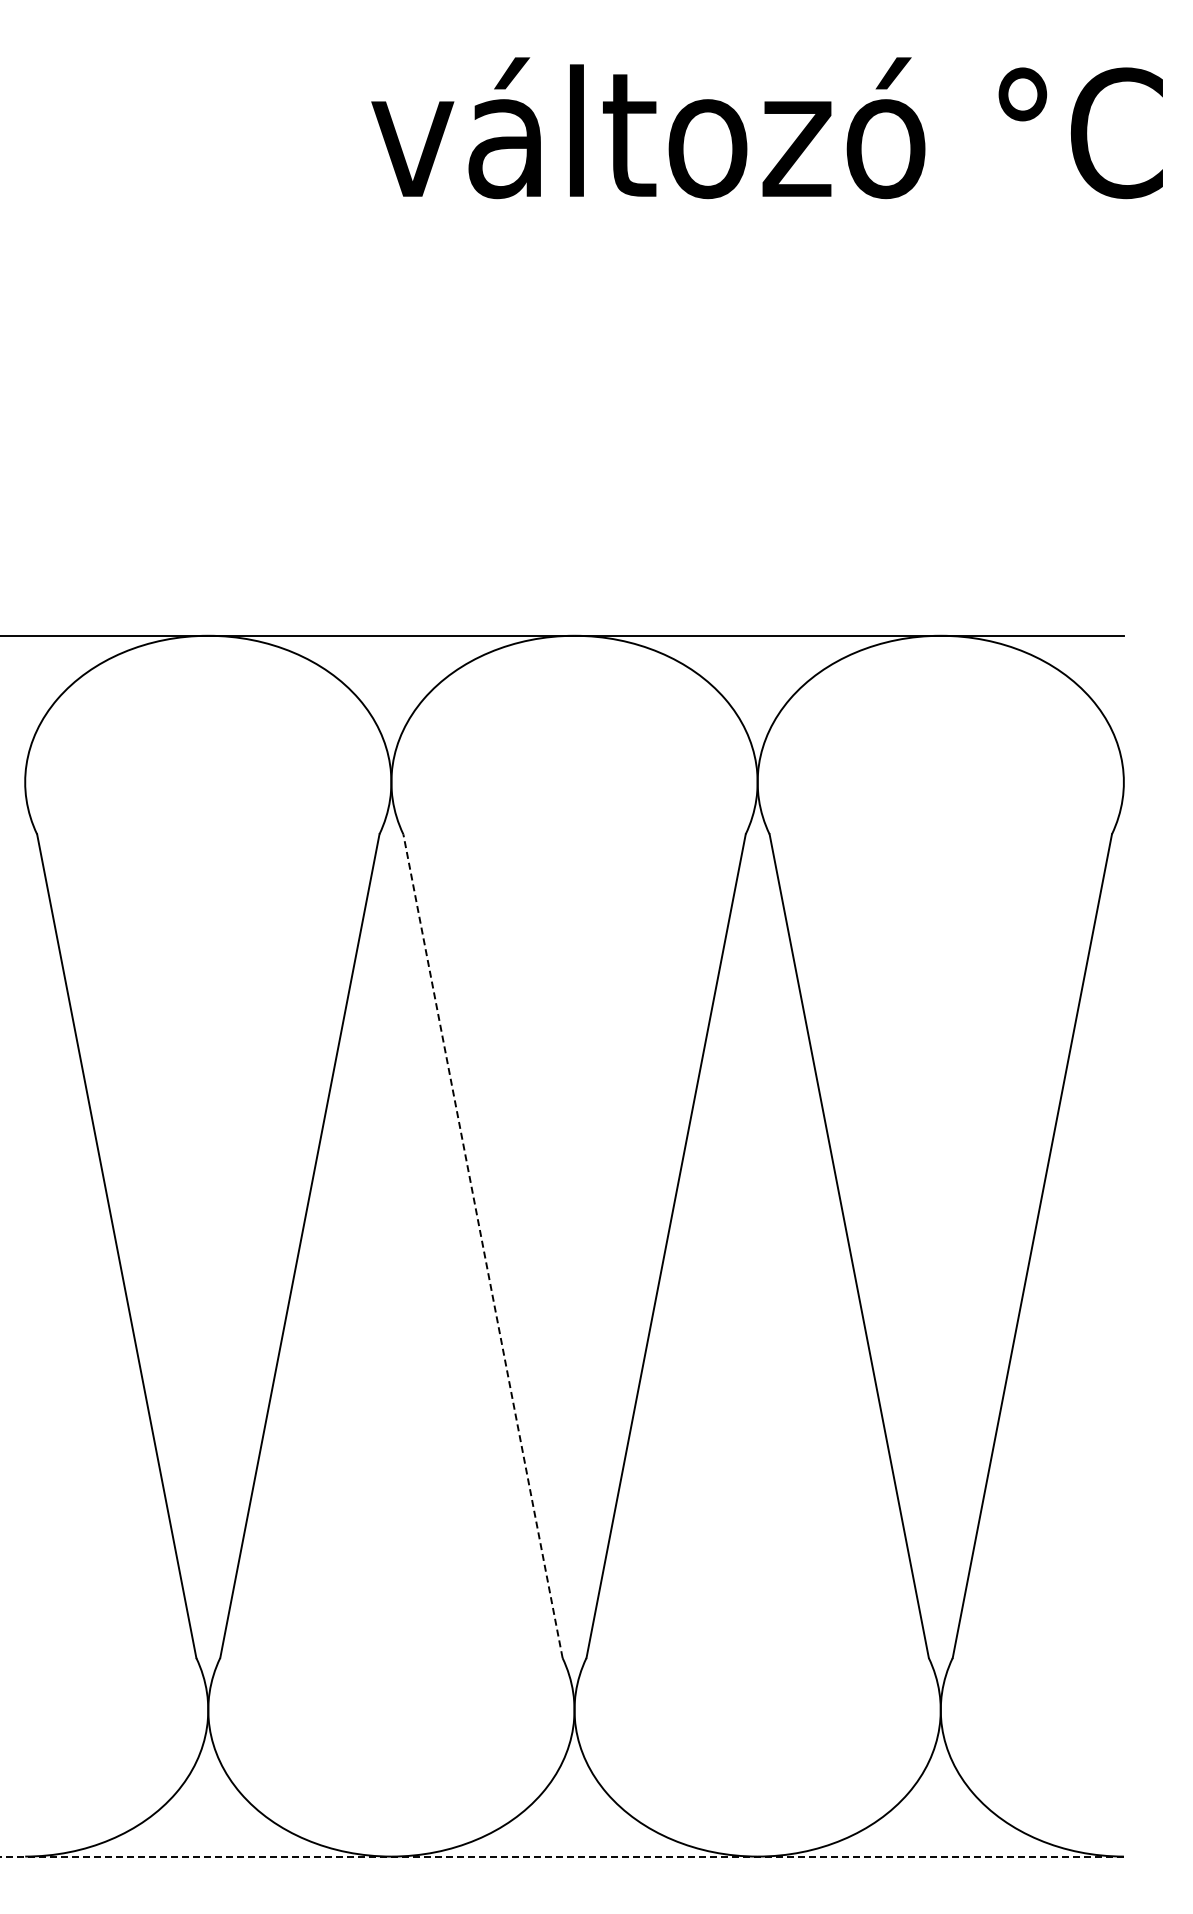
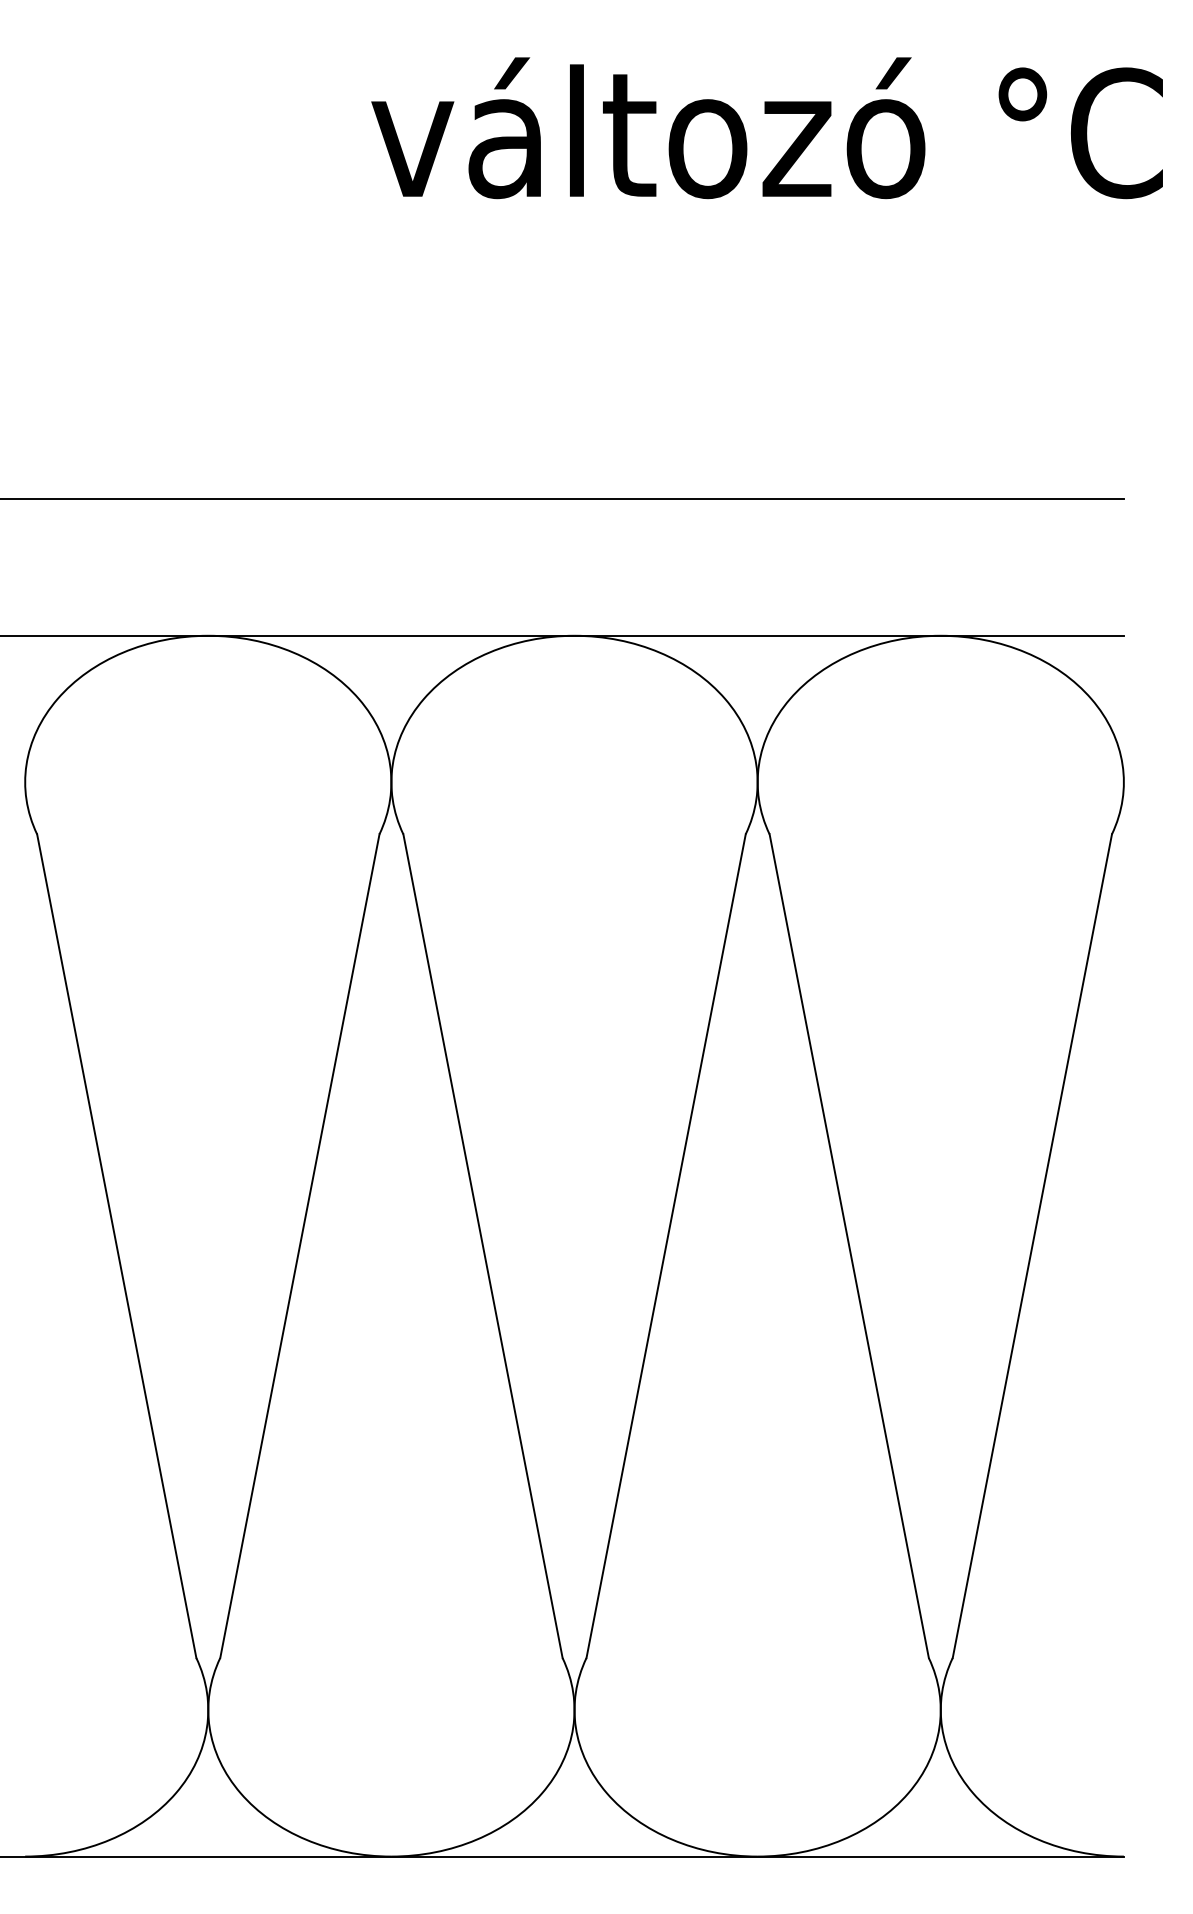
line at (562, 499): none -> present
line at (483, 1246): dashed -> solid
line at (561, 1856): dashed -> solid
